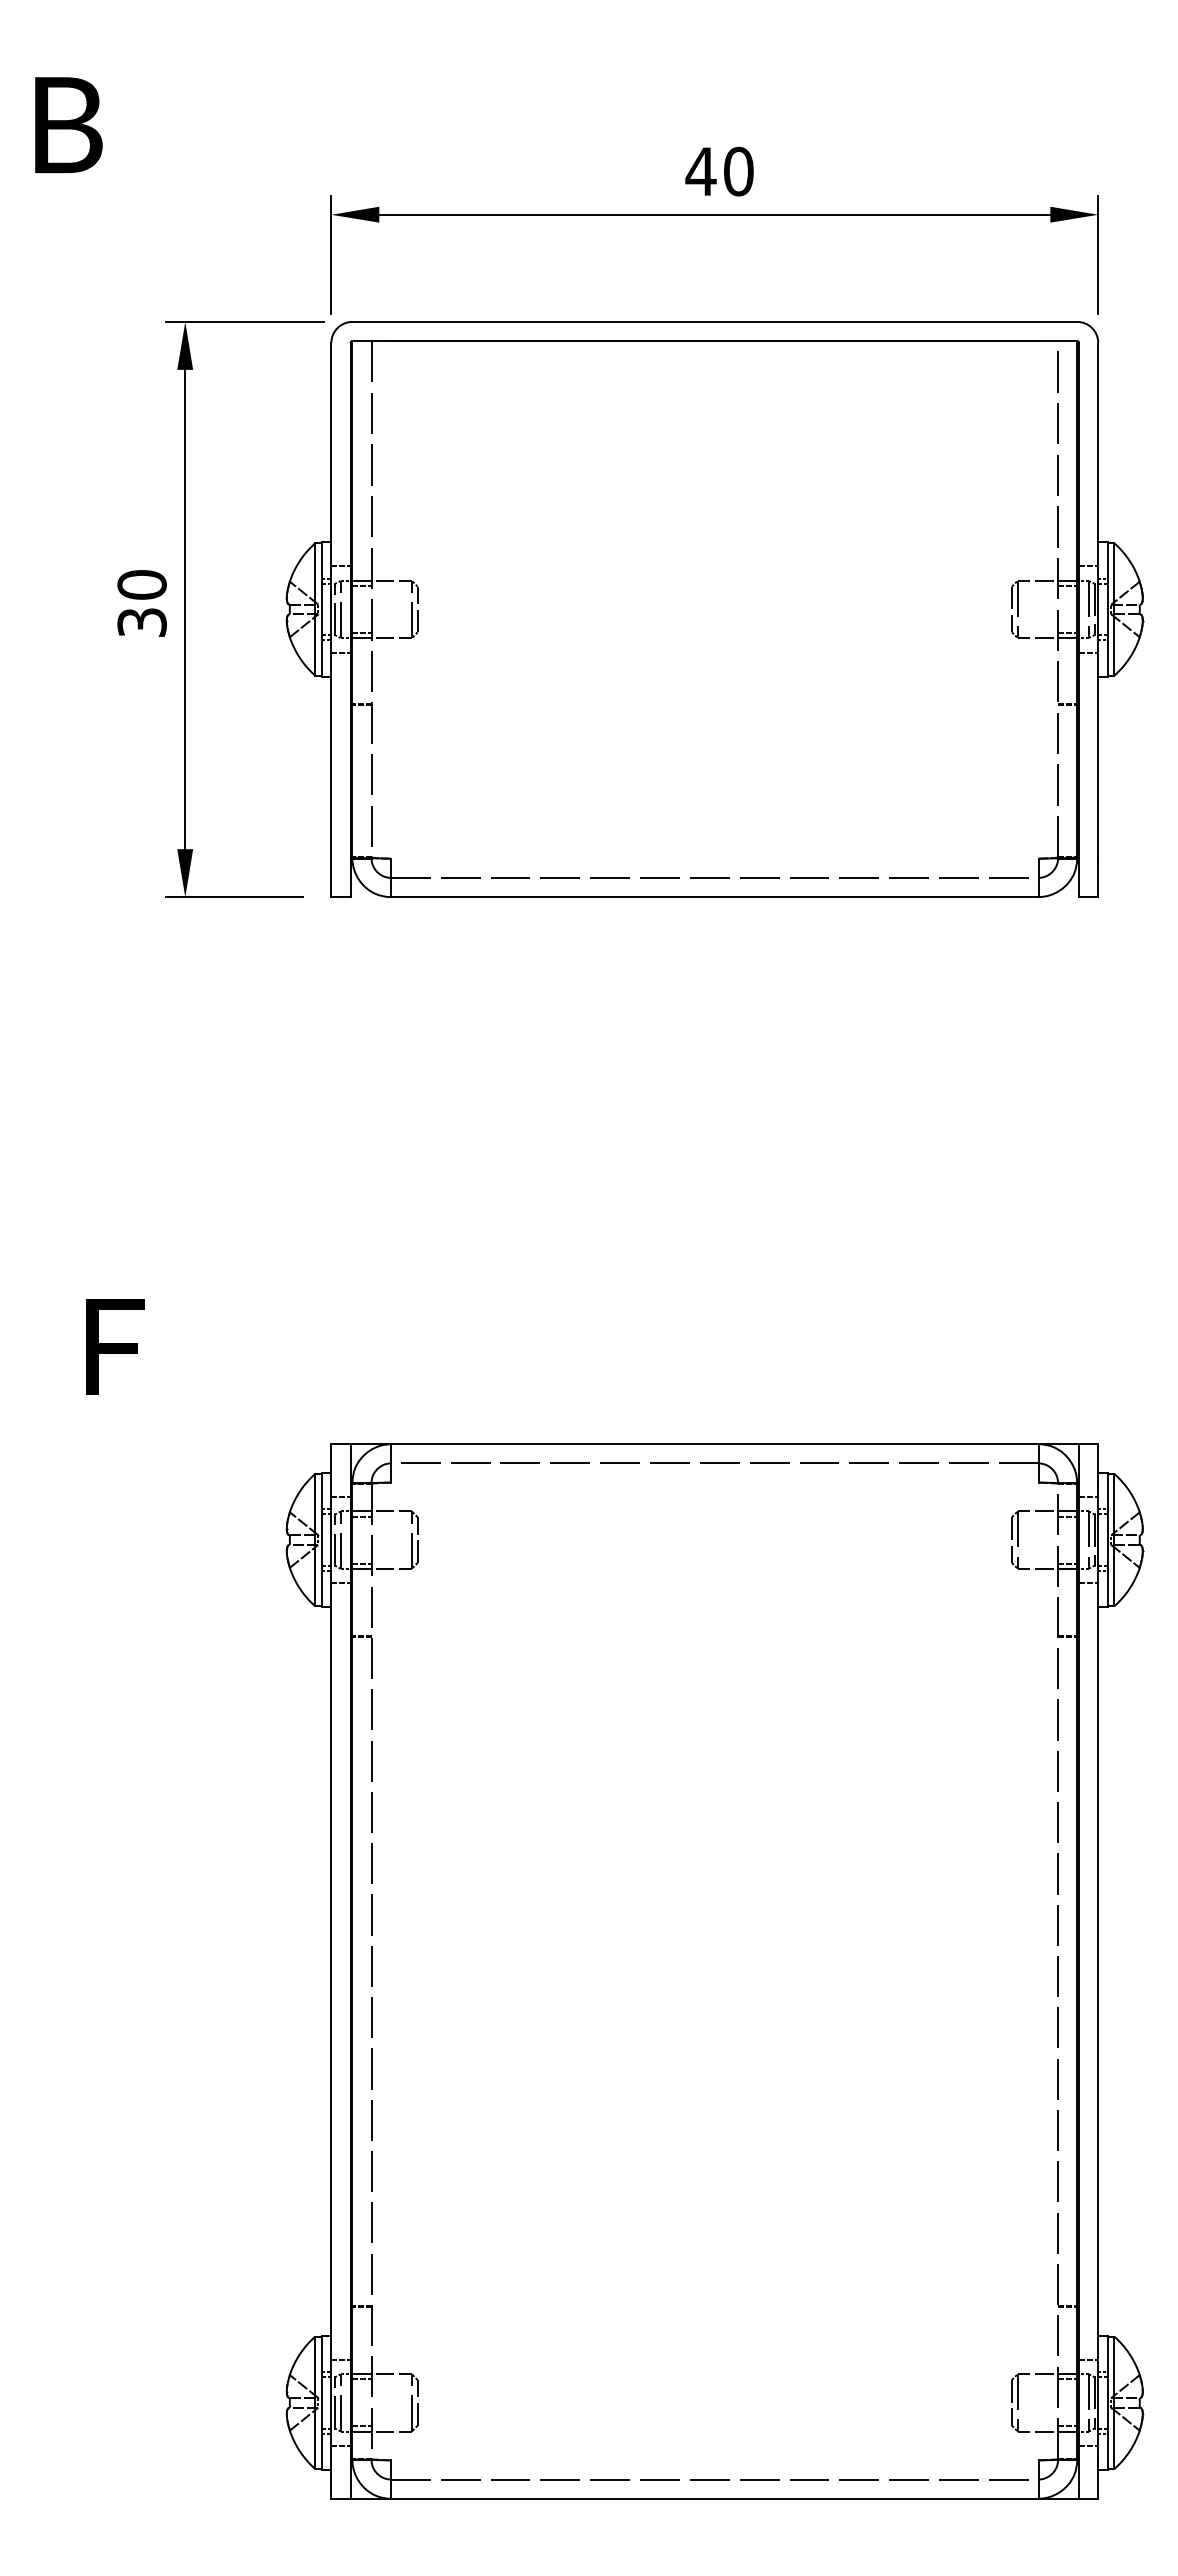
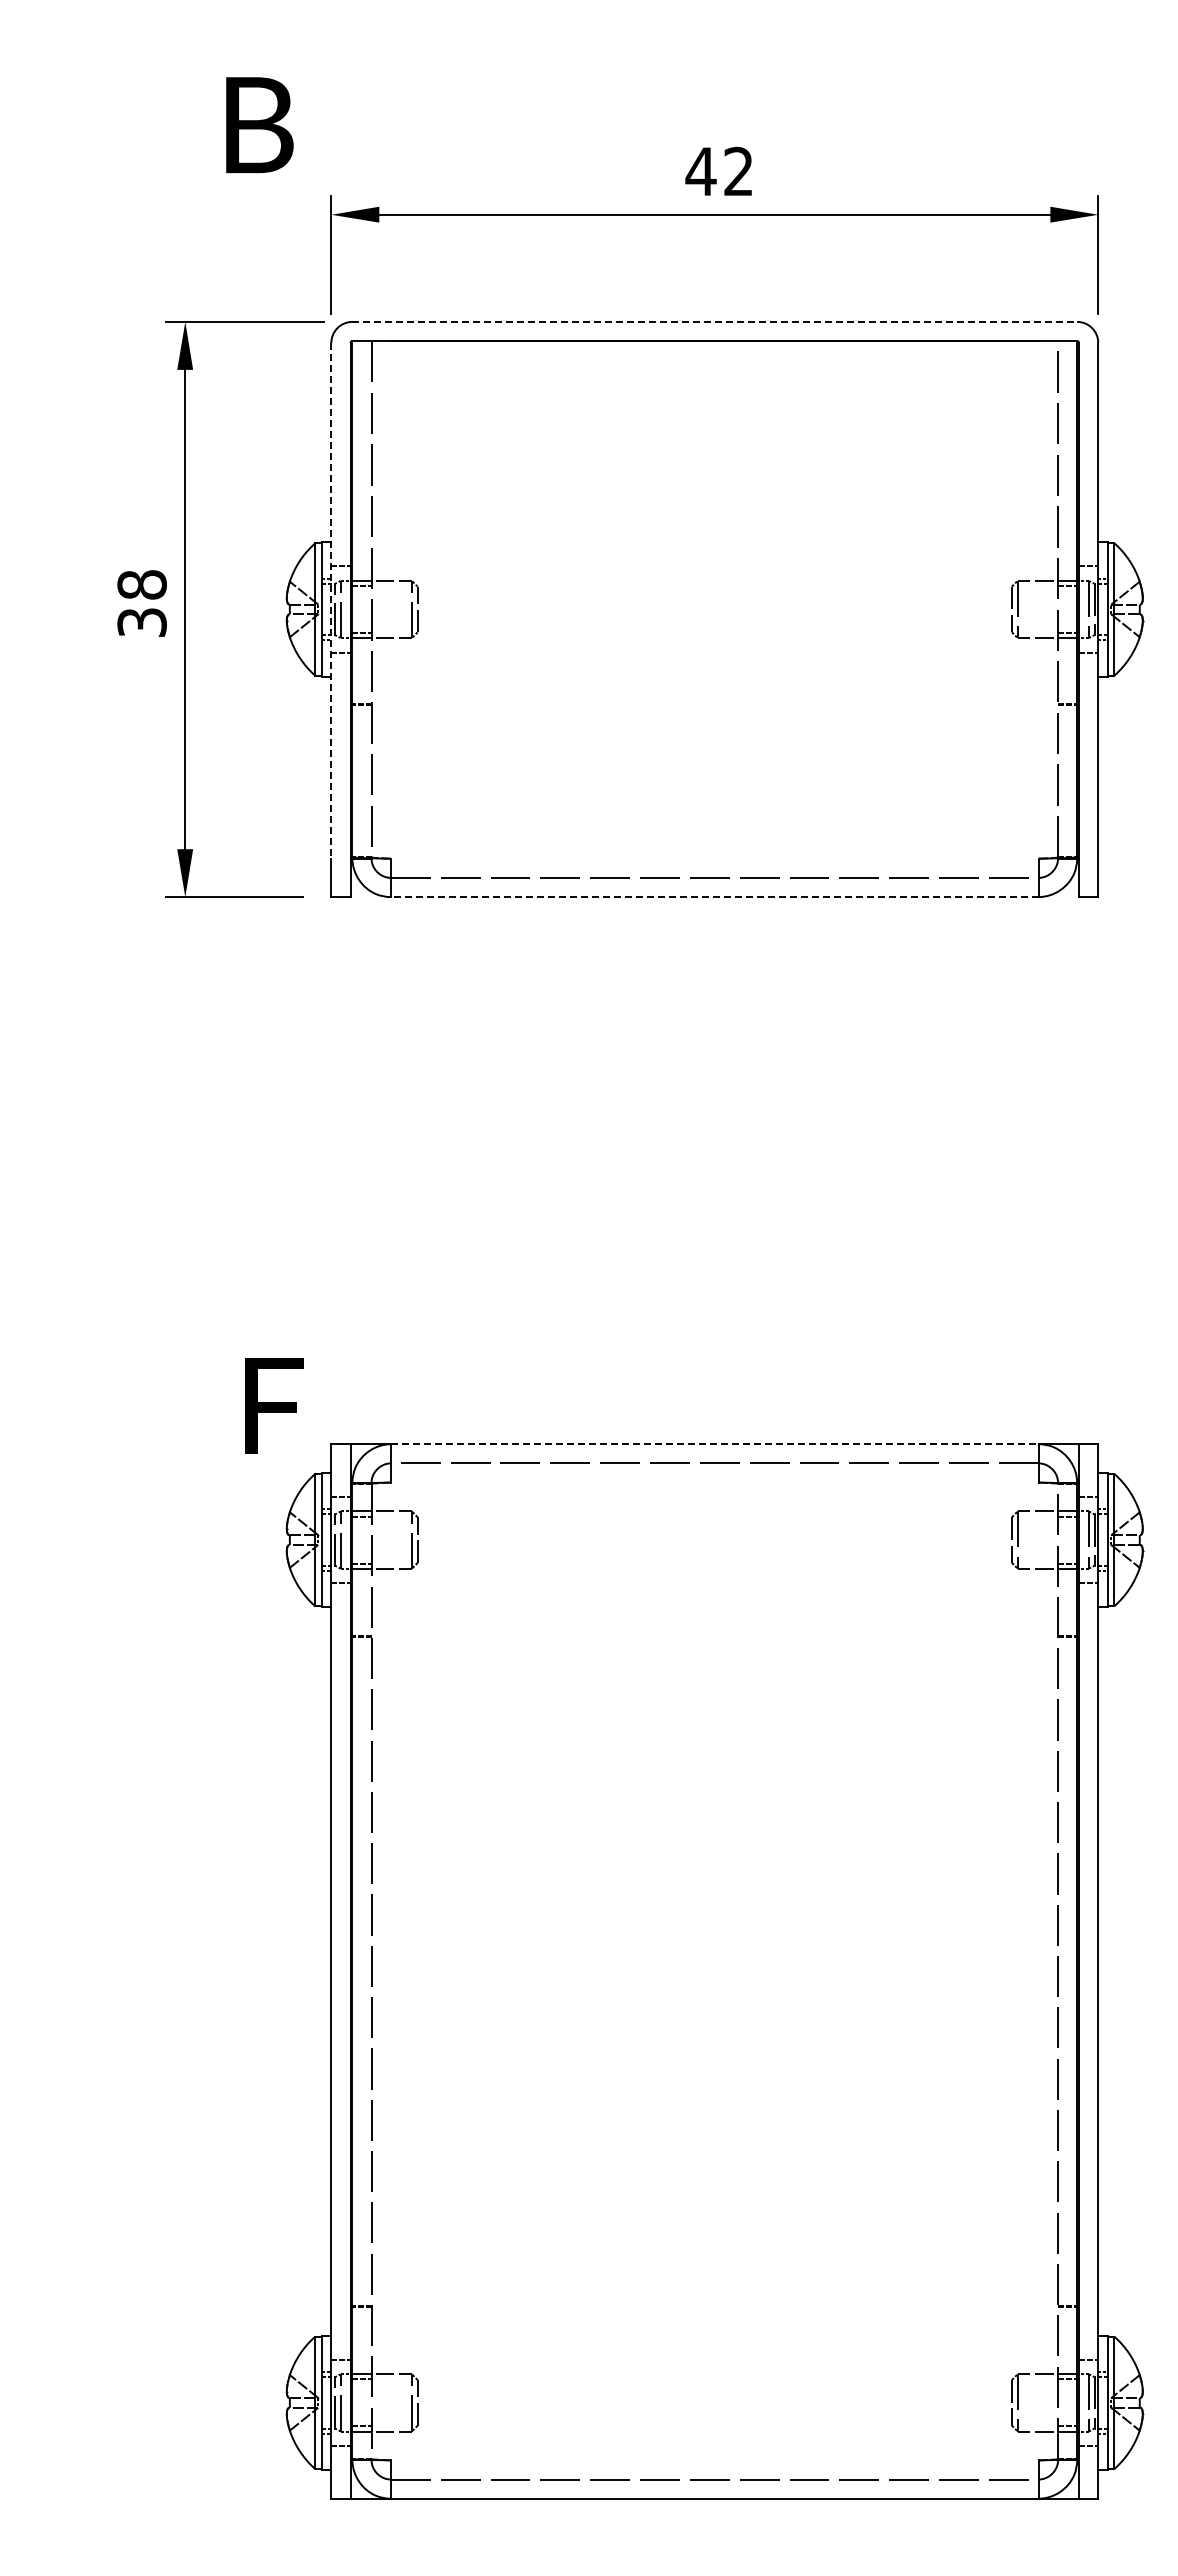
text at (68, 125) position: (68, 125) -> (259, 125)
text at (738, 171): 40 -> 42
line at (715, 321): solid -> dashed
text at (141, 584): 30 -> 38
line at (331, 600): solid -> dashed
line at (714, 897): solid -> dashed
text at (115, 1346) position: (115, 1346) -> (274, 1405)
line at (715, 1444): solid -> dashed
